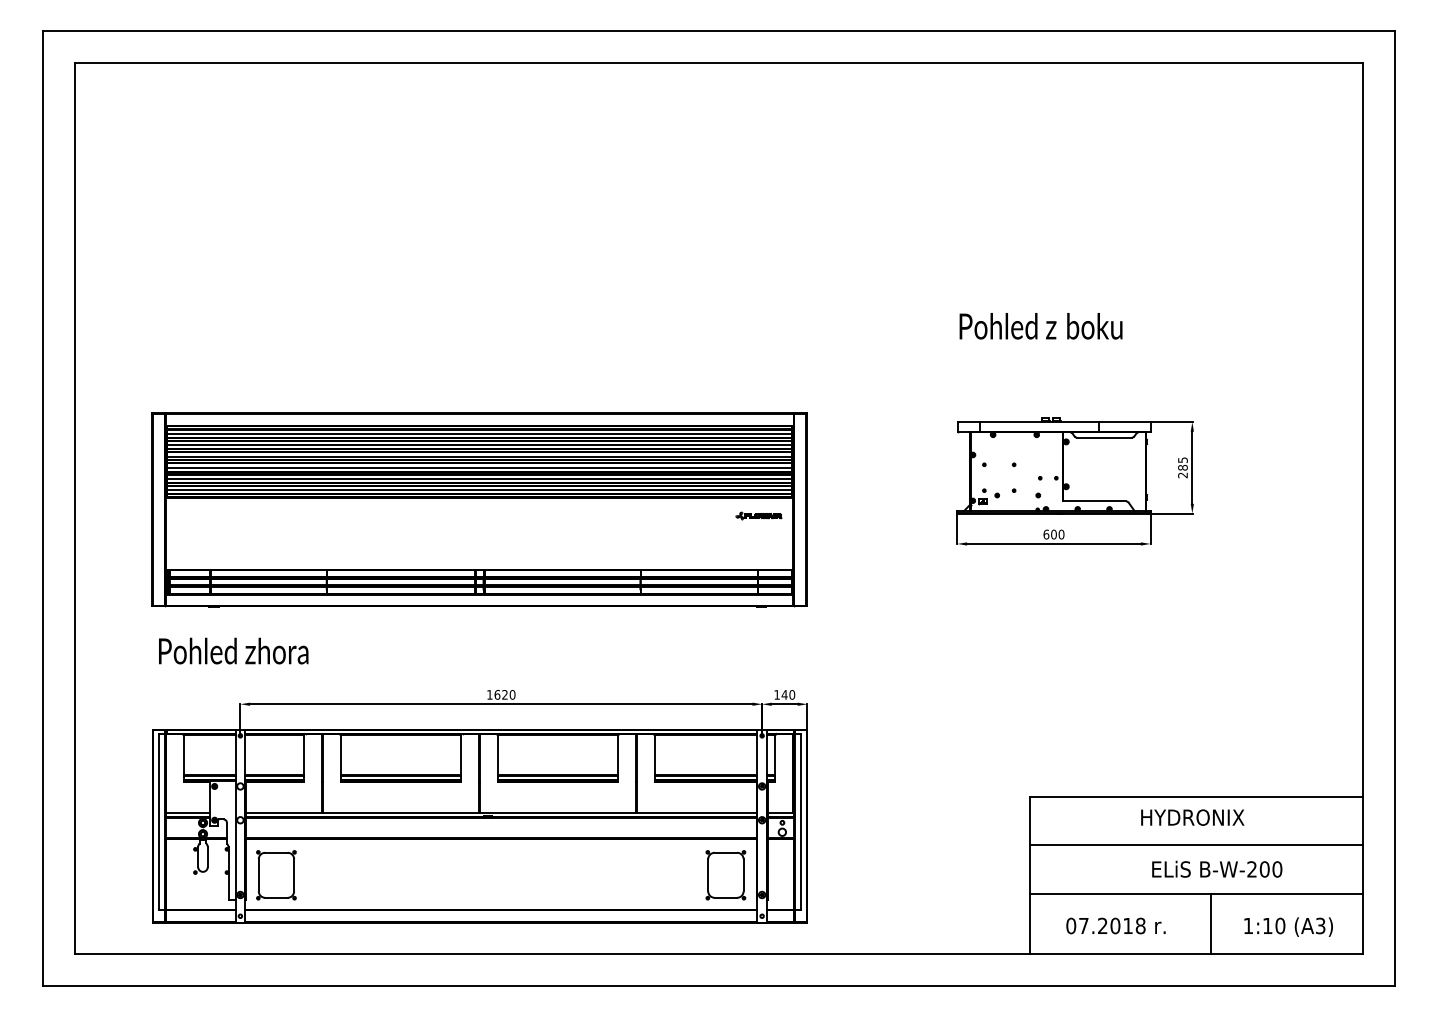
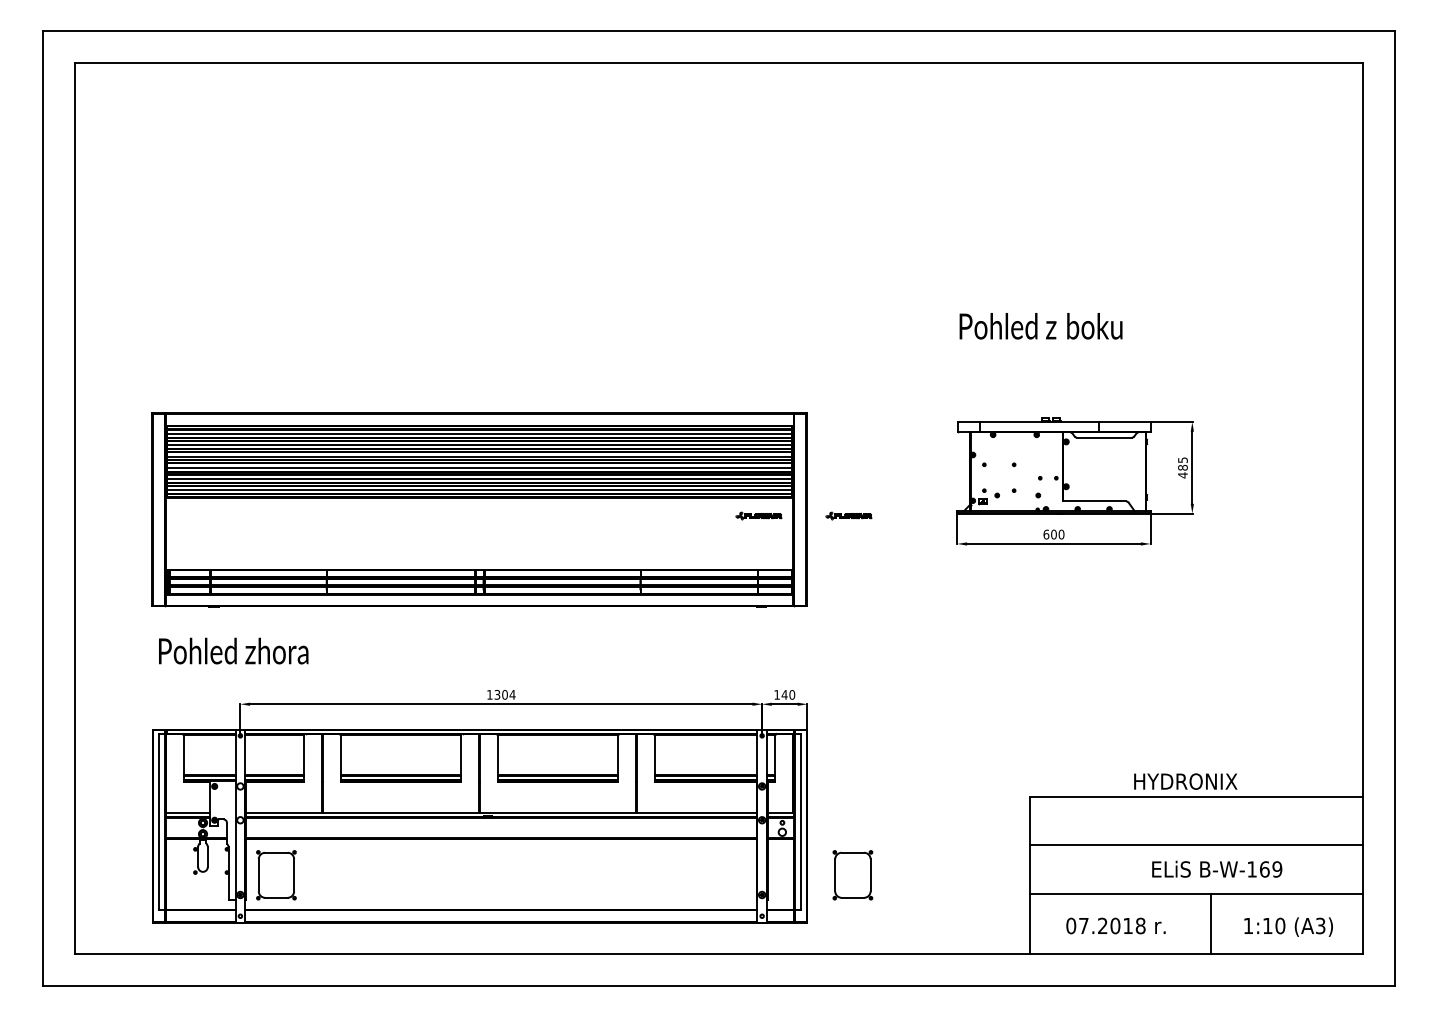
text at (1182, 475): 285 -> 485
part at (848, 515): none -> present
text at (504, 694): 1620 -> 1304
text at (1192, 817) position: (1192, 817) -> (1185, 781)
text at (1264, 869): B-W-200 -> B-W-169
part at (725, 875) position: (725, 875) -> (852, 875)
